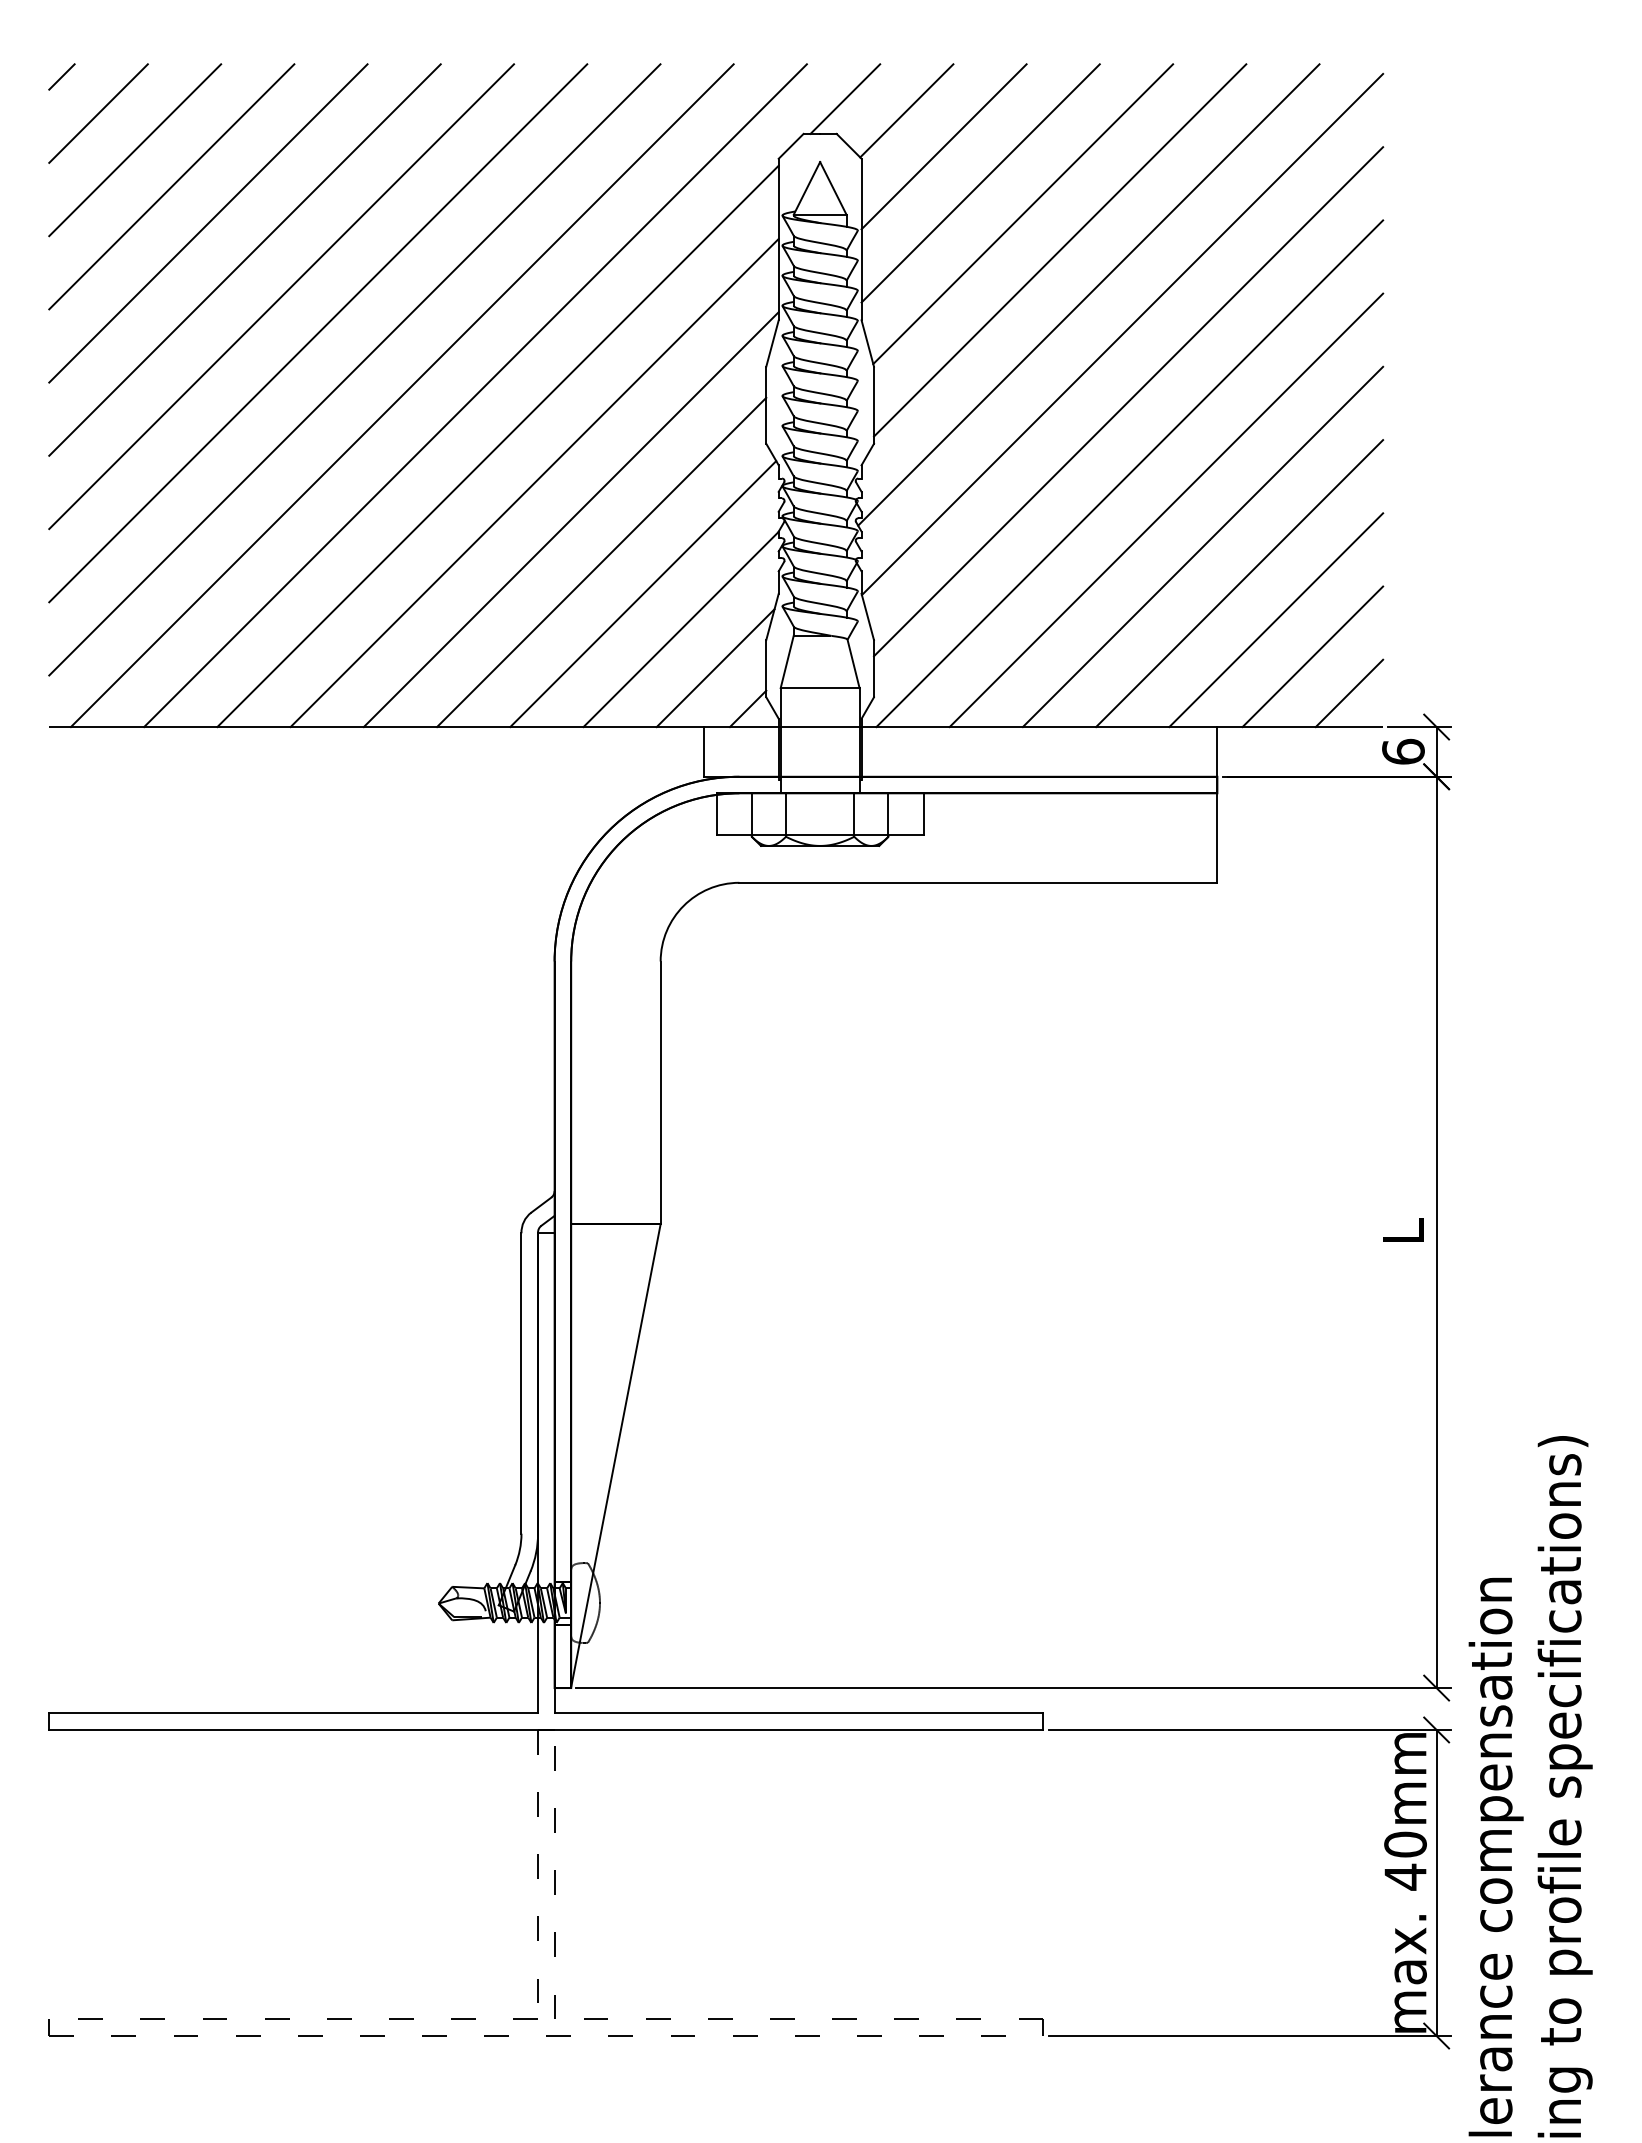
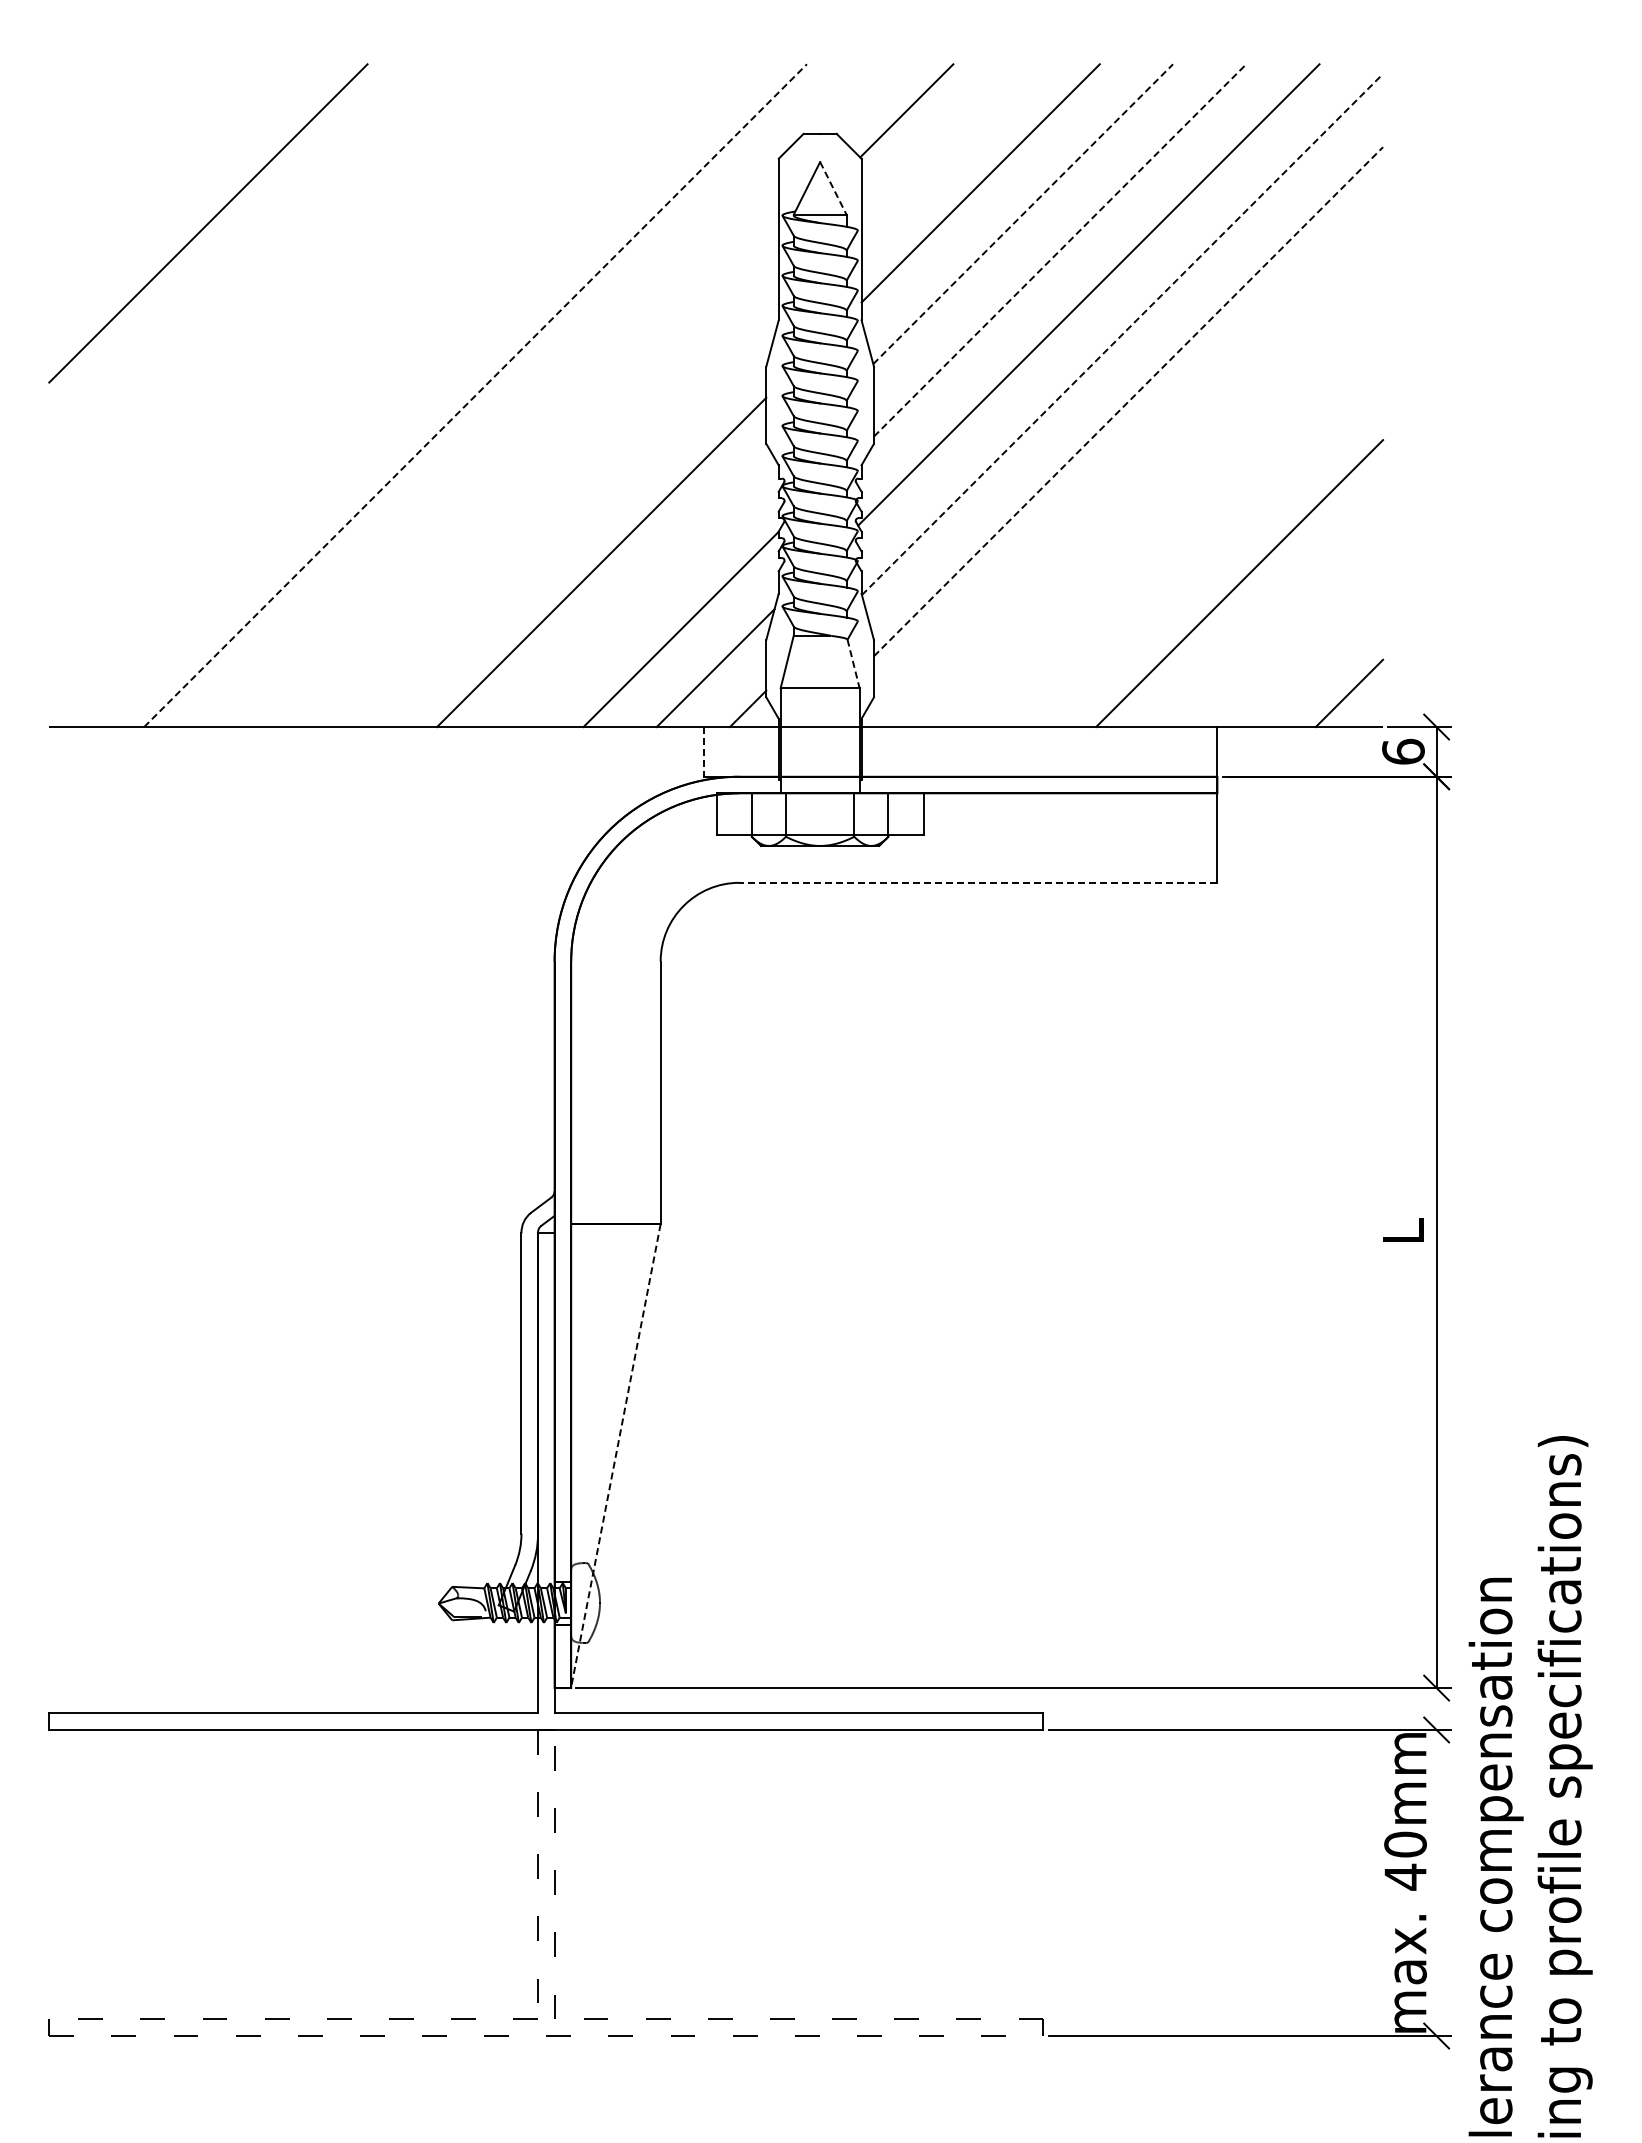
line at (61, 76): present -> none
line at (845, 98): present -> none
line at (98, 113): present -> none
line at (943, 146): present -> none
line at (135, 150): present -> none
line at (171, 186): present -> none
line at (833, 188): solid -> dashed
line at (1023, 214): solid -> dashed
line at (1060, 250): solid -> dashed
line at (244, 259): present -> none
line at (281, 296): present -> none
line at (318, 333): present -> none
line at (1122, 334): solid -> dashed
line at (354, 369): present -> none
line at (401, 395): present -> none
line at (475, 395): solid -> dashed
line at (1128, 401): solid -> dashed
line at (497, 446): present -> none
line at (1129, 473): present -> none
line at (534, 482): present -> none
line at (1166, 510): present -> none
line at (570, 519): present -> none
line at (1202, 546): present -> none
line at (643, 594): present -> none
line at (1276, 620): present -> none
line at (1312, 656): present -> none
line at (853, 663): solid -> dashed
line at (703, 751): solid -> dashed
line at (977, 882): solid -> dashed
line at (615, 1455): solid -> dashed
line at (1436, 1882): present -> none
